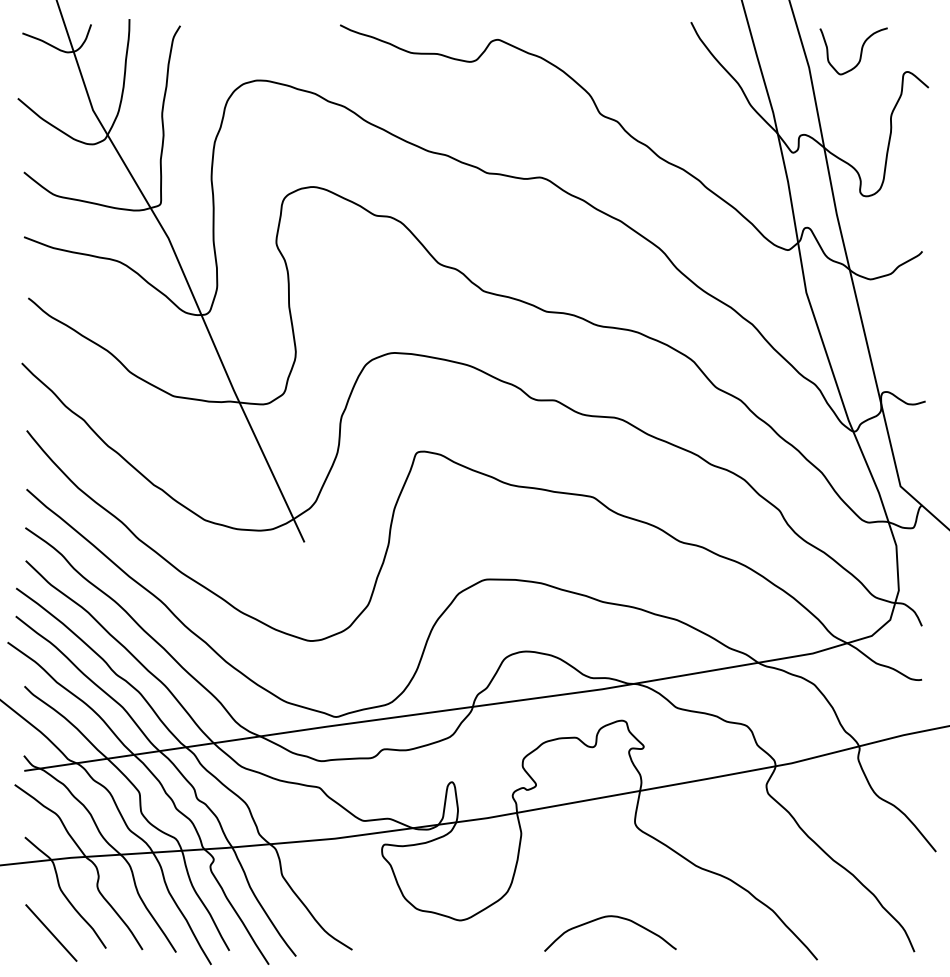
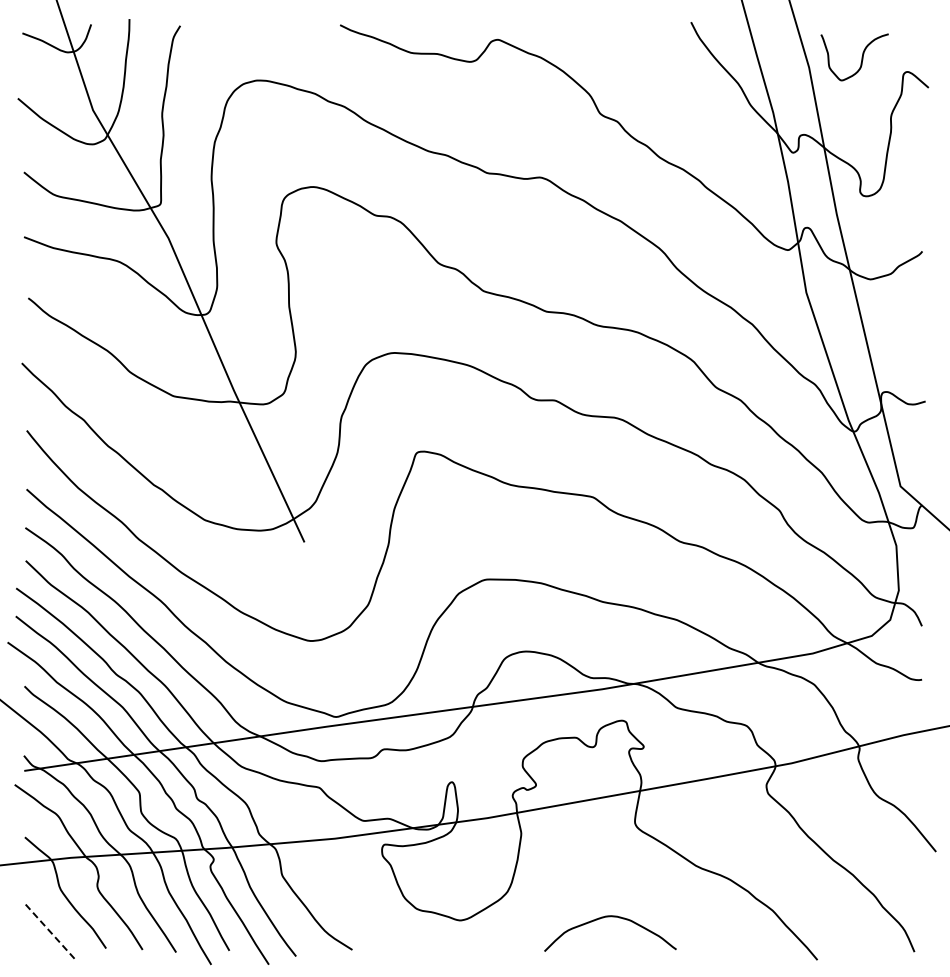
curve at (860, 51) position: (860, 51) -> (861, 57)
line at (51, 933): solid -> dashed
